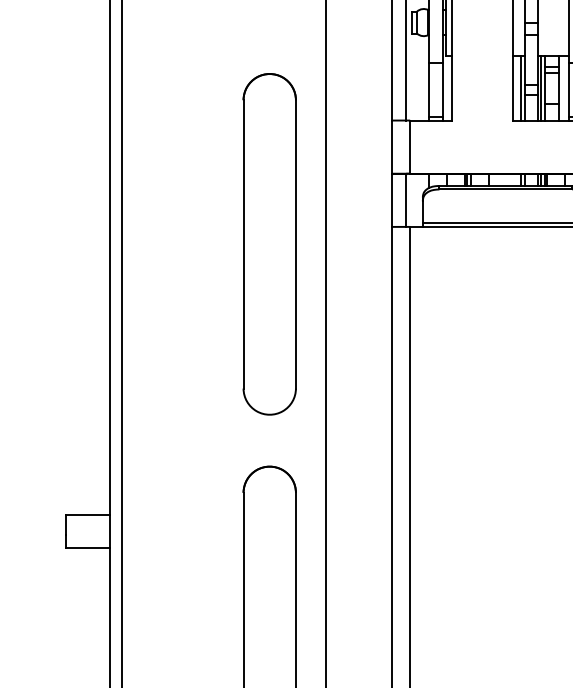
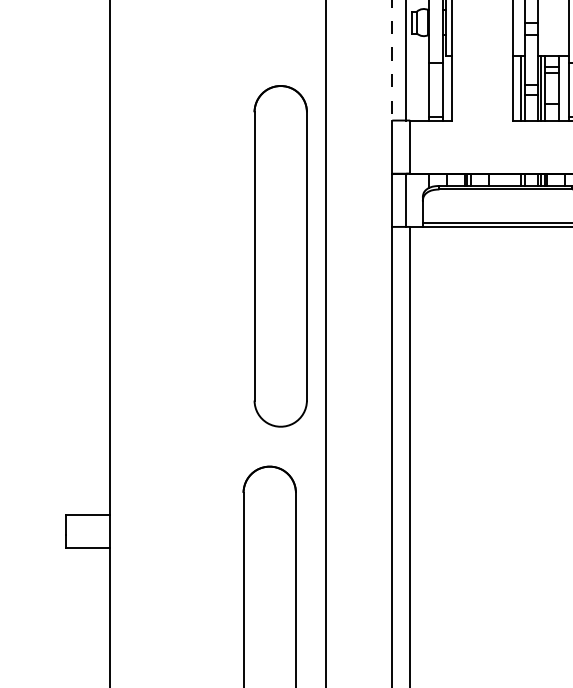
line at (392, 60): solid -> dashed
part at (269, 244) position: (269, 244) -> (280, 256)
line at (122, 343): present -> none
